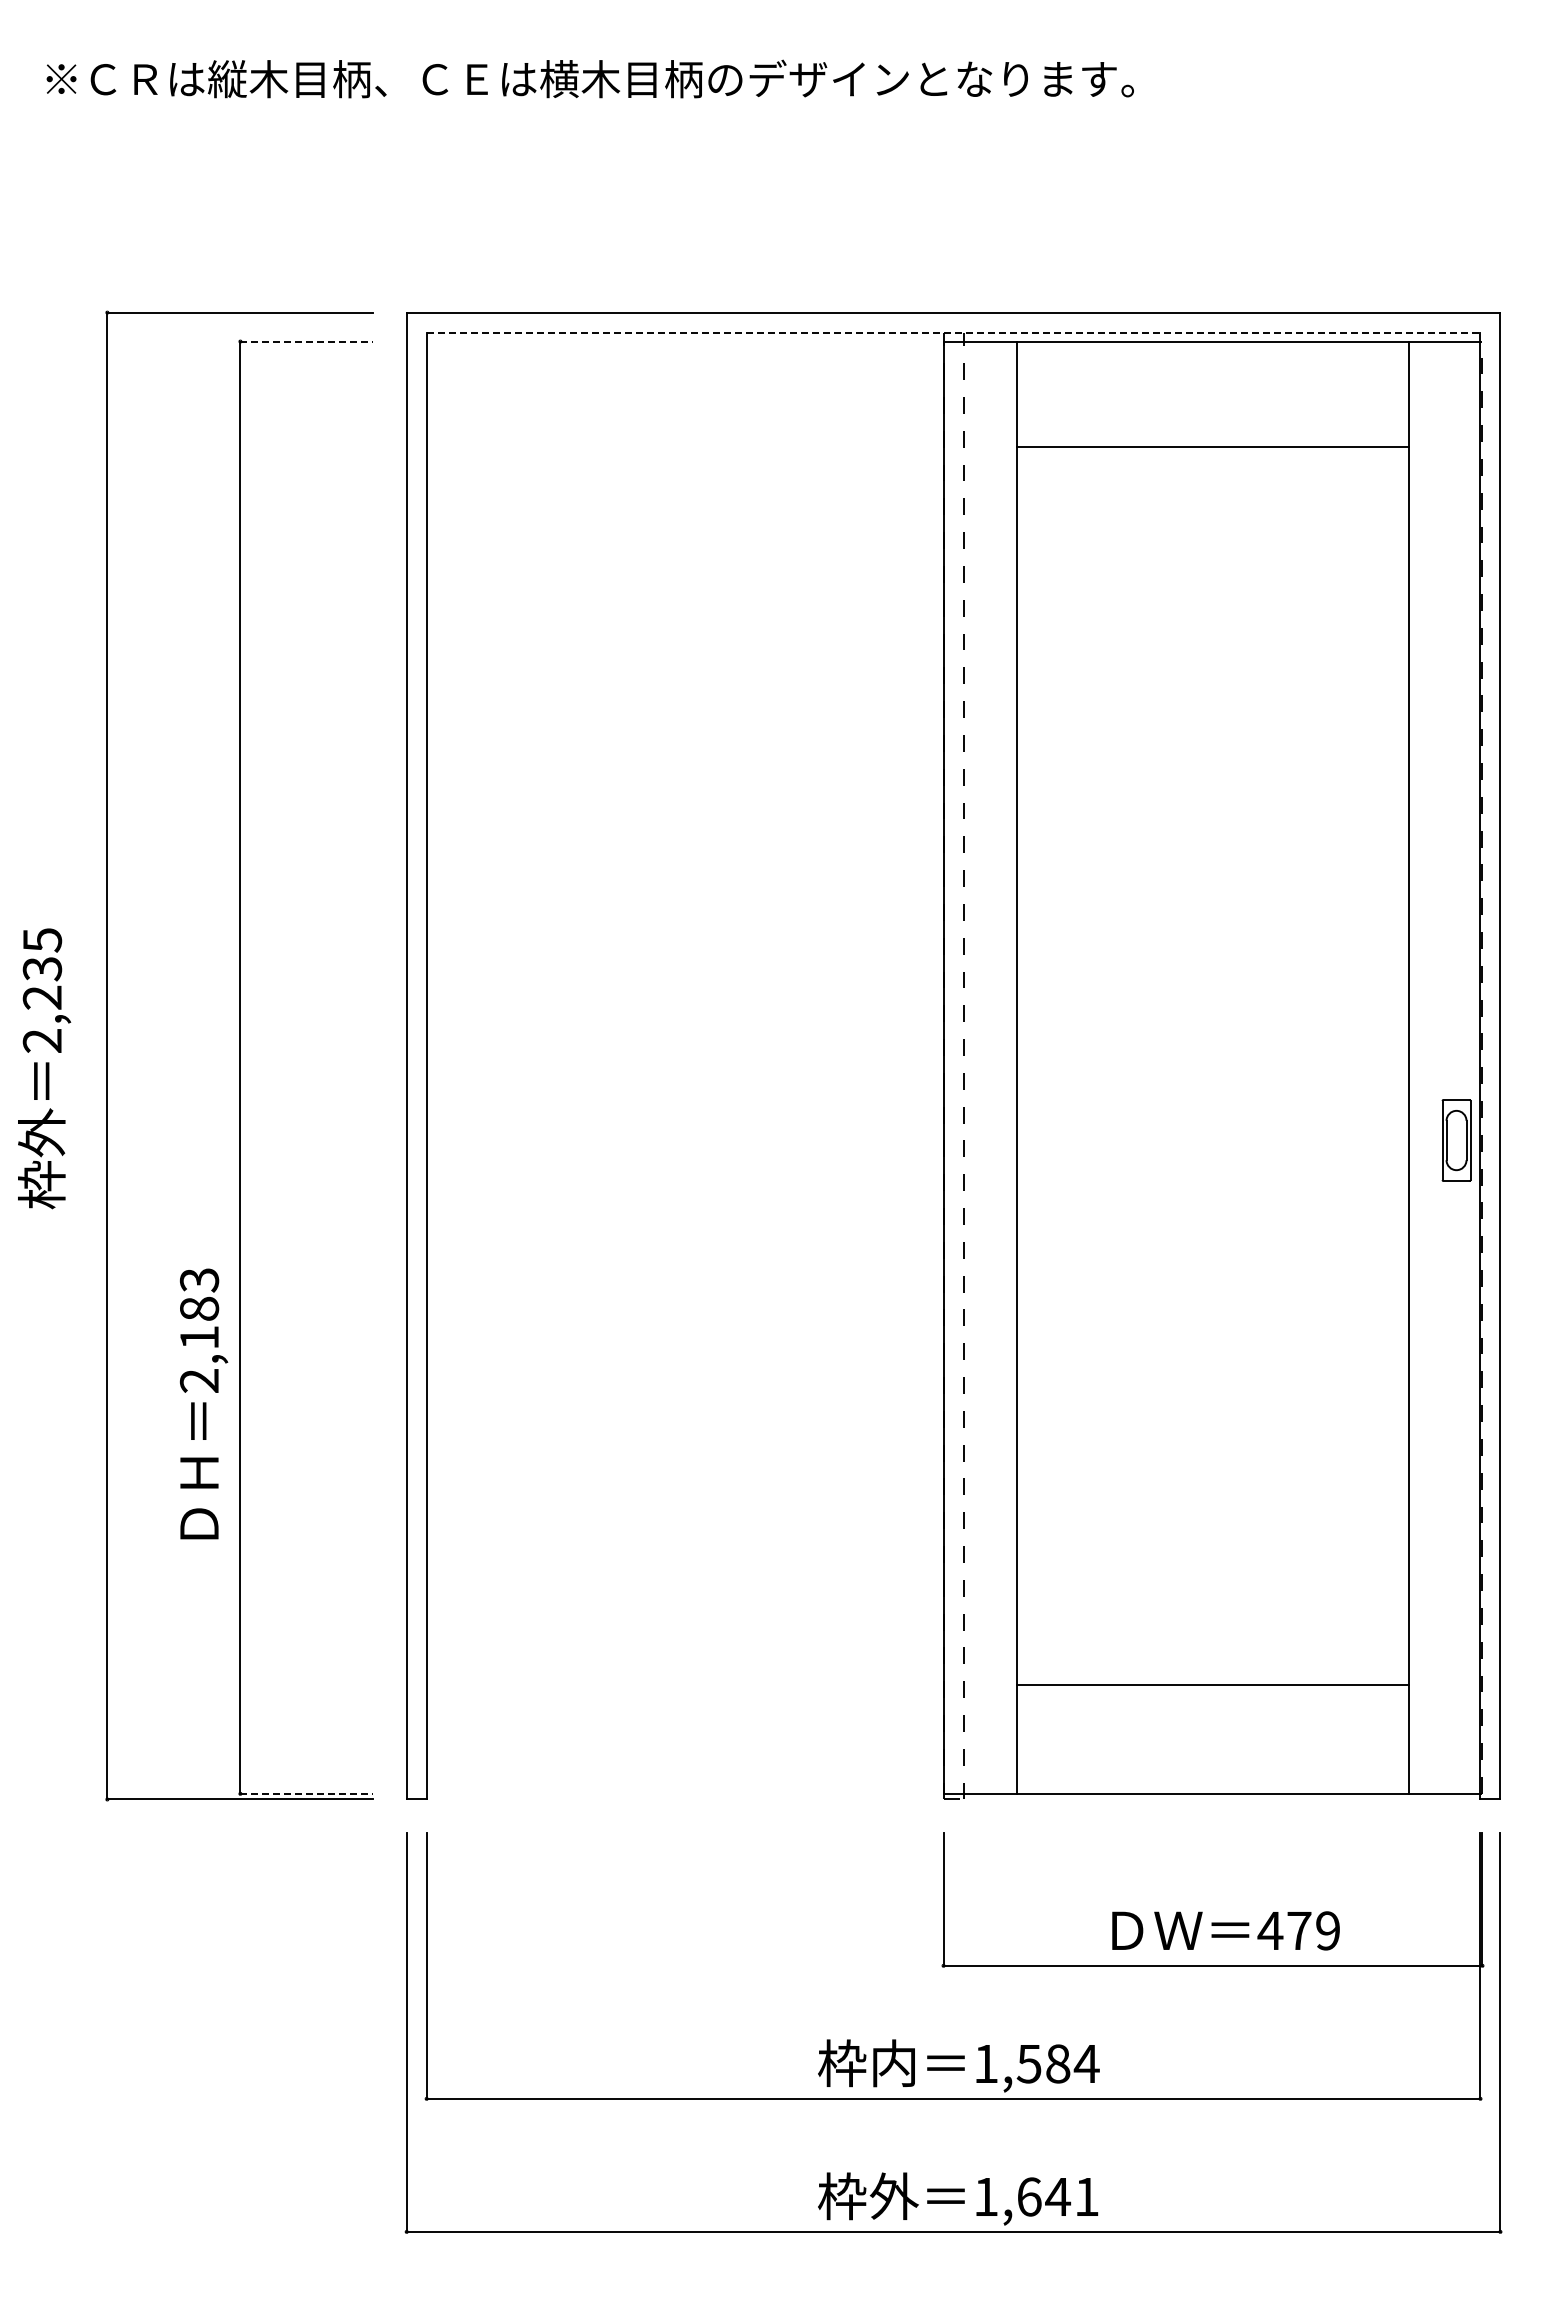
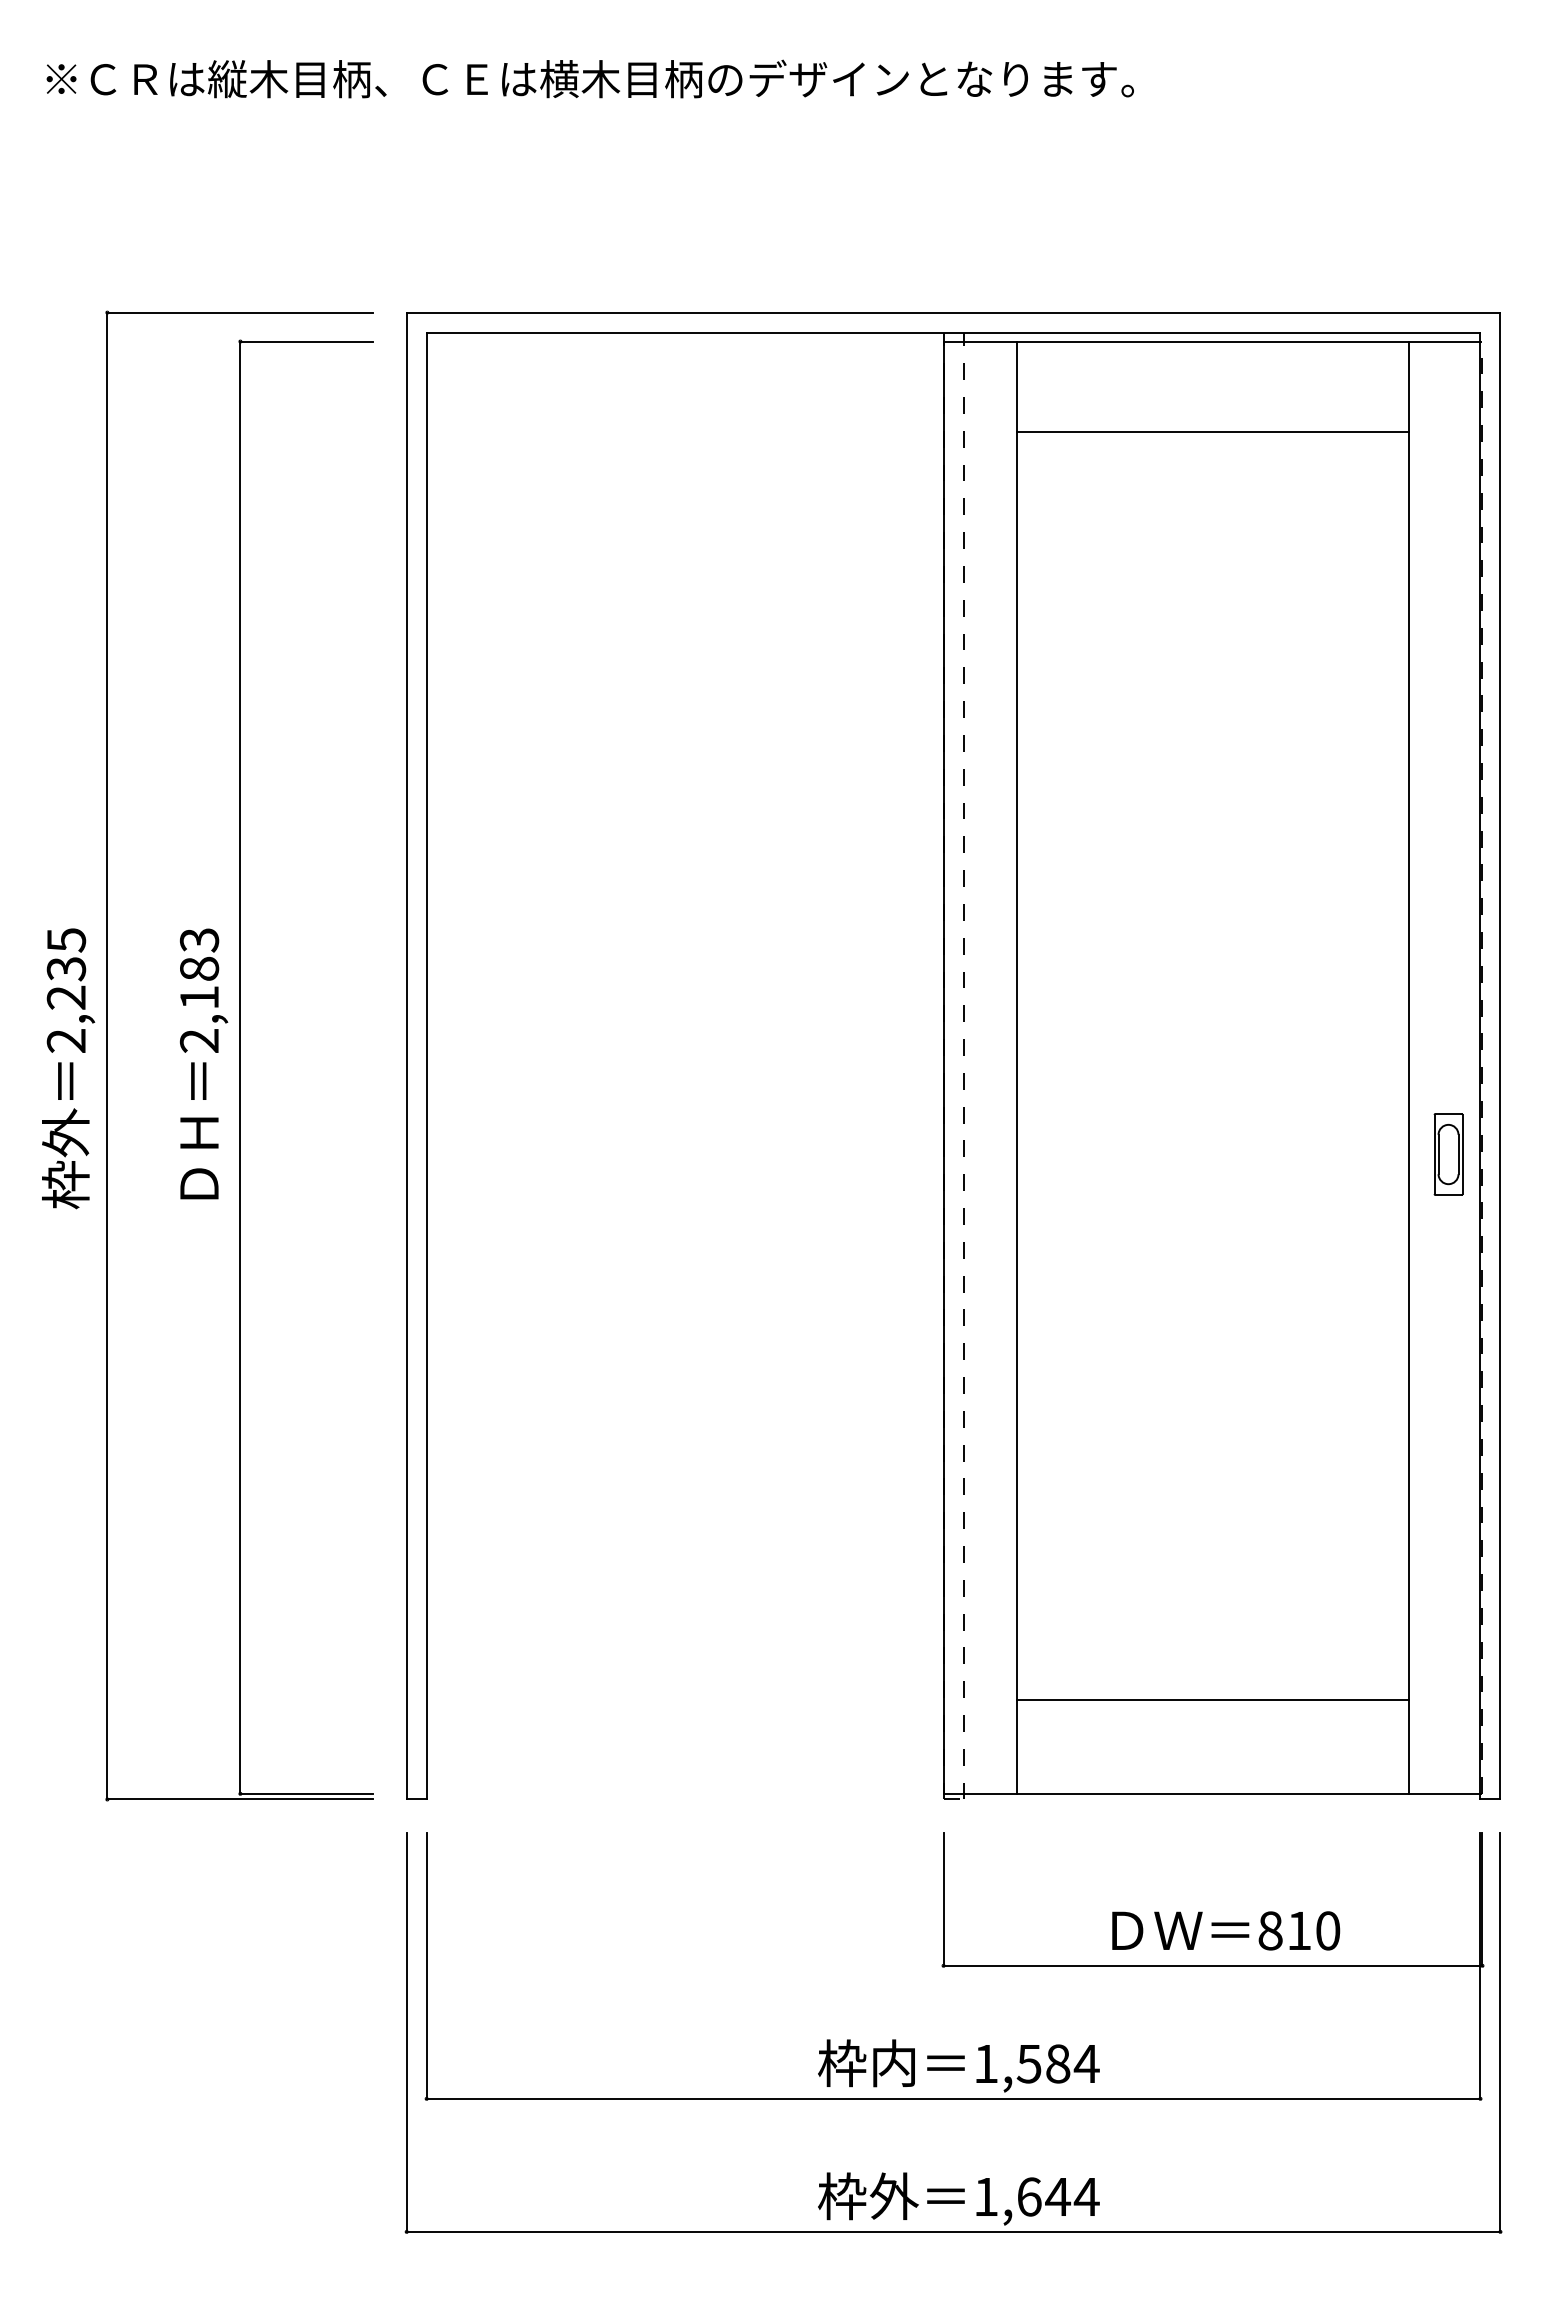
line at (953, 332): dashed -> solid
line at (306, 341): dashed -> solid
line at (1212, 446) position: (1212, 446) -> (1212, 431)
text at (44, 1068) position: (44, 1068) -> (68, 1068)
part at (1456, 1140) position: (1456, 1140) -> (1448, 1154)
text at (204, 1403) position: (204, 1403) -> (204, 1063)
line at (1212, 1685) position: (1212, 1685) -> (1212, 1700)
line at (306, 1793): dashed -> solid
text at (1298, 1930): 479 -> 810
text at (1086, 2196): 1,641 -> 1,644
